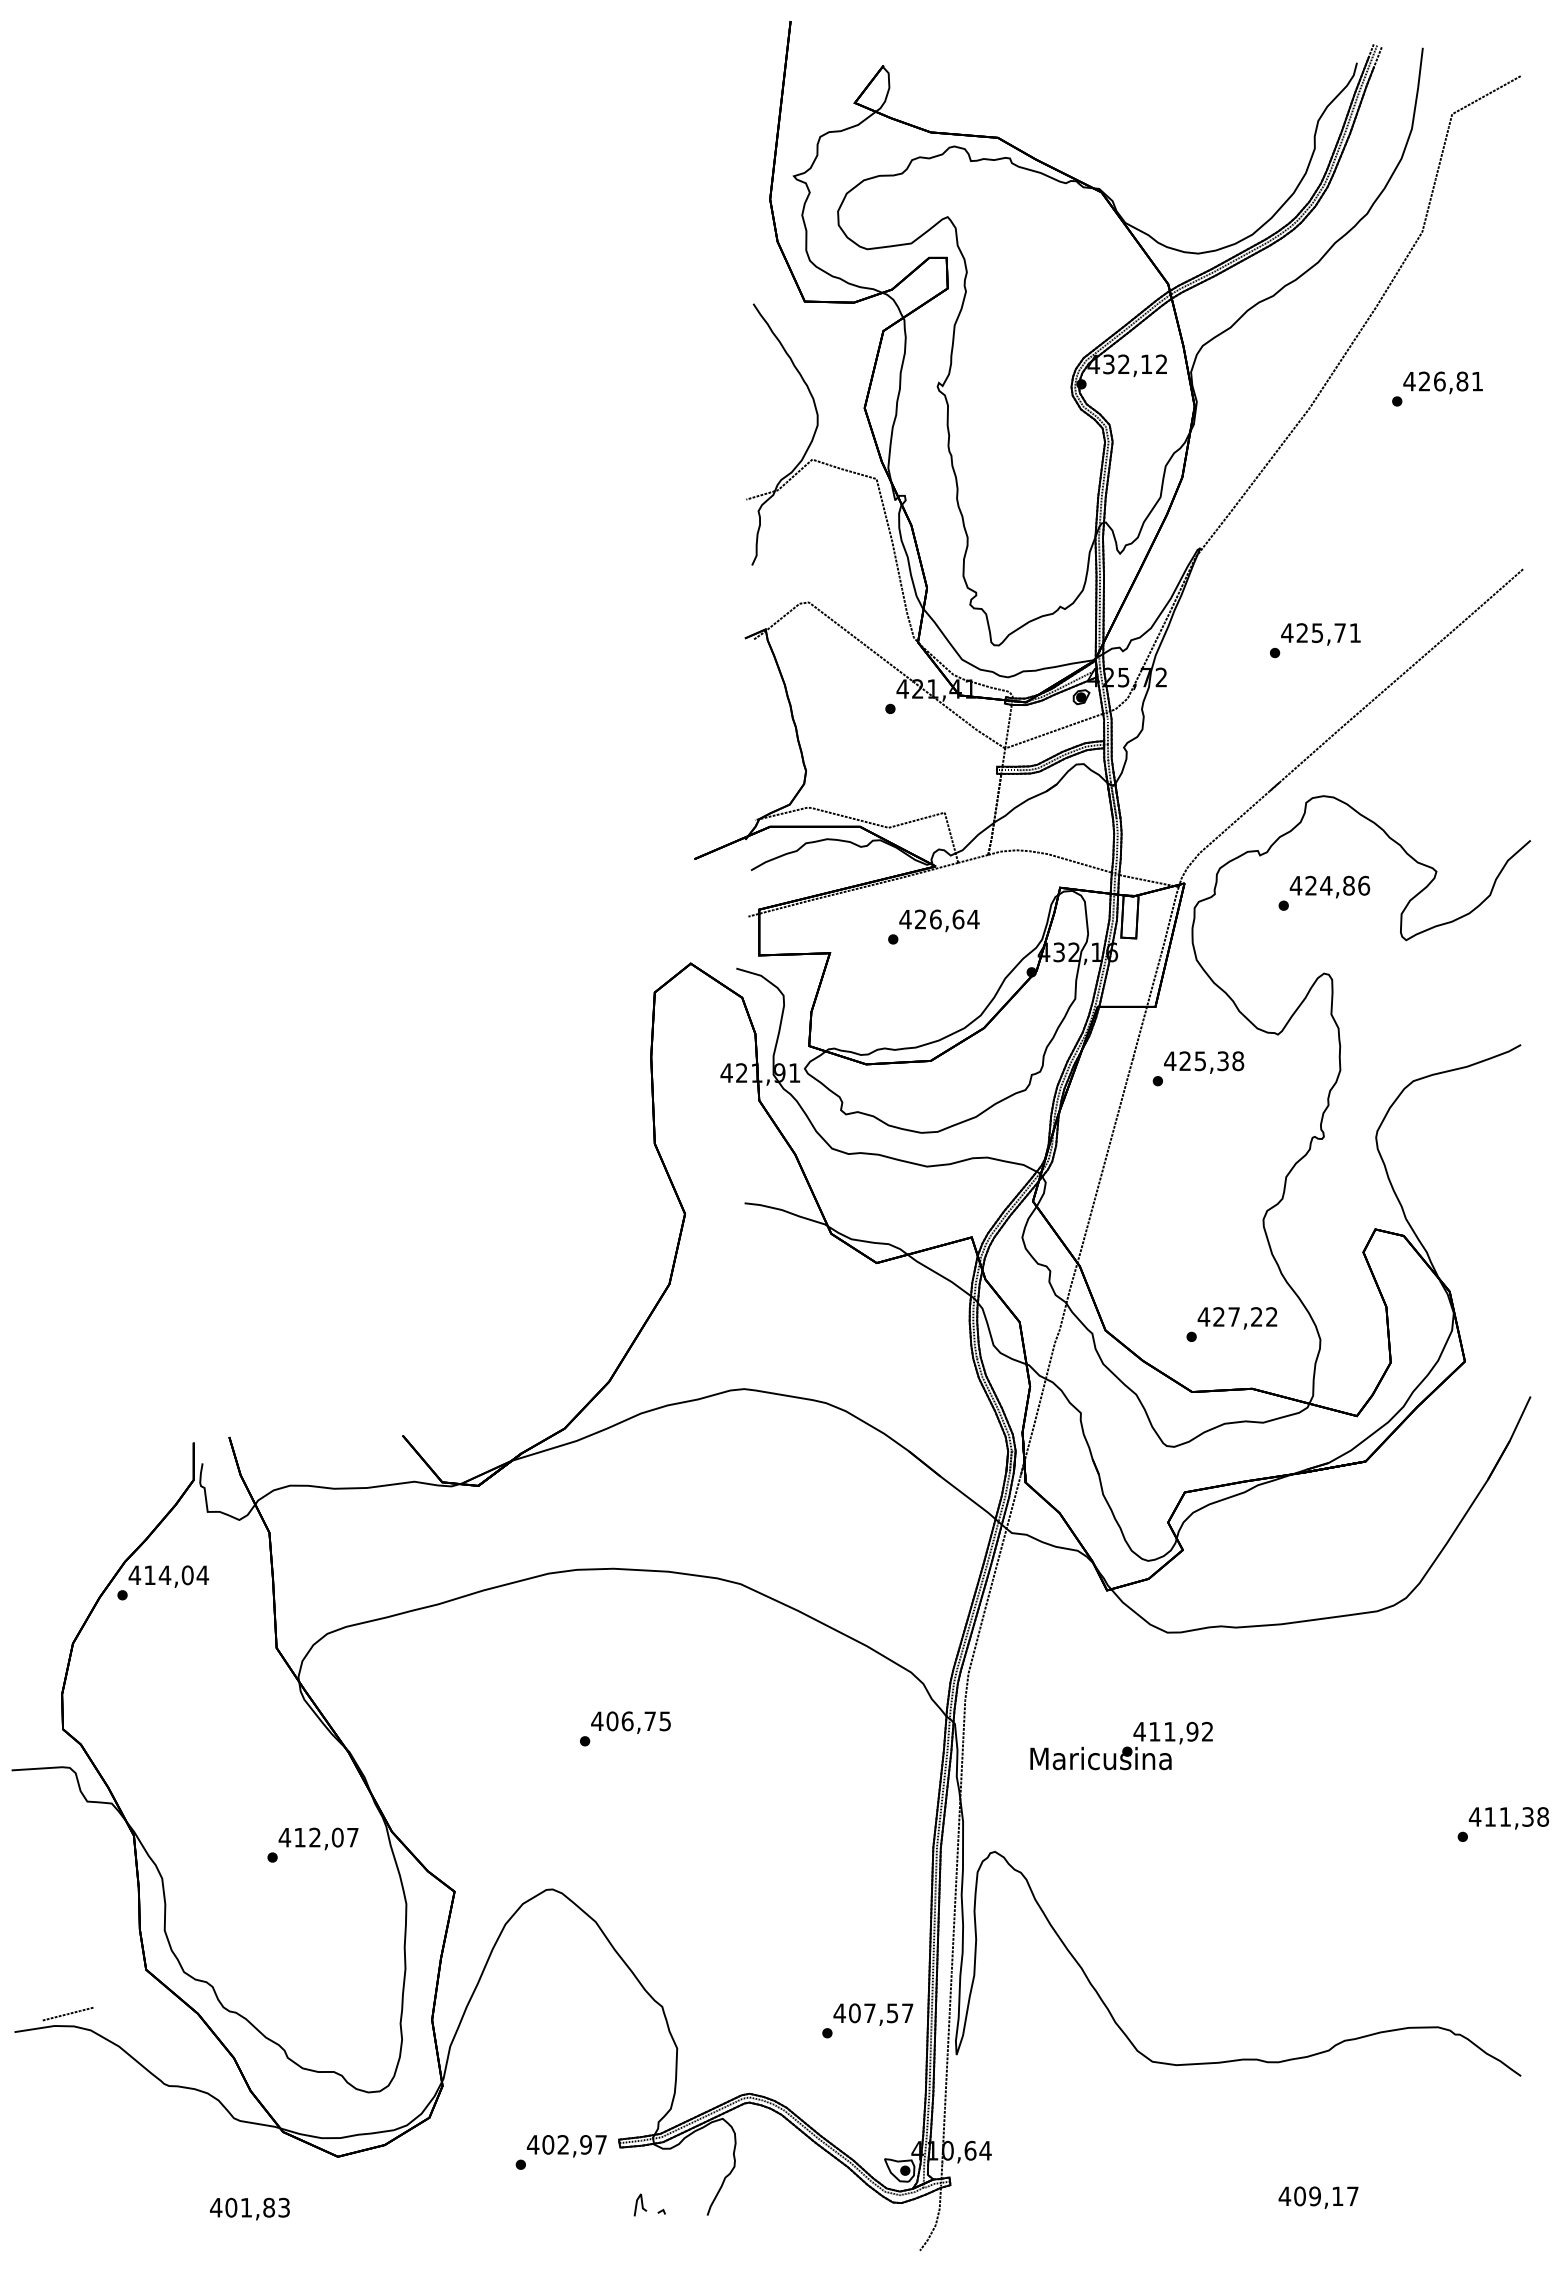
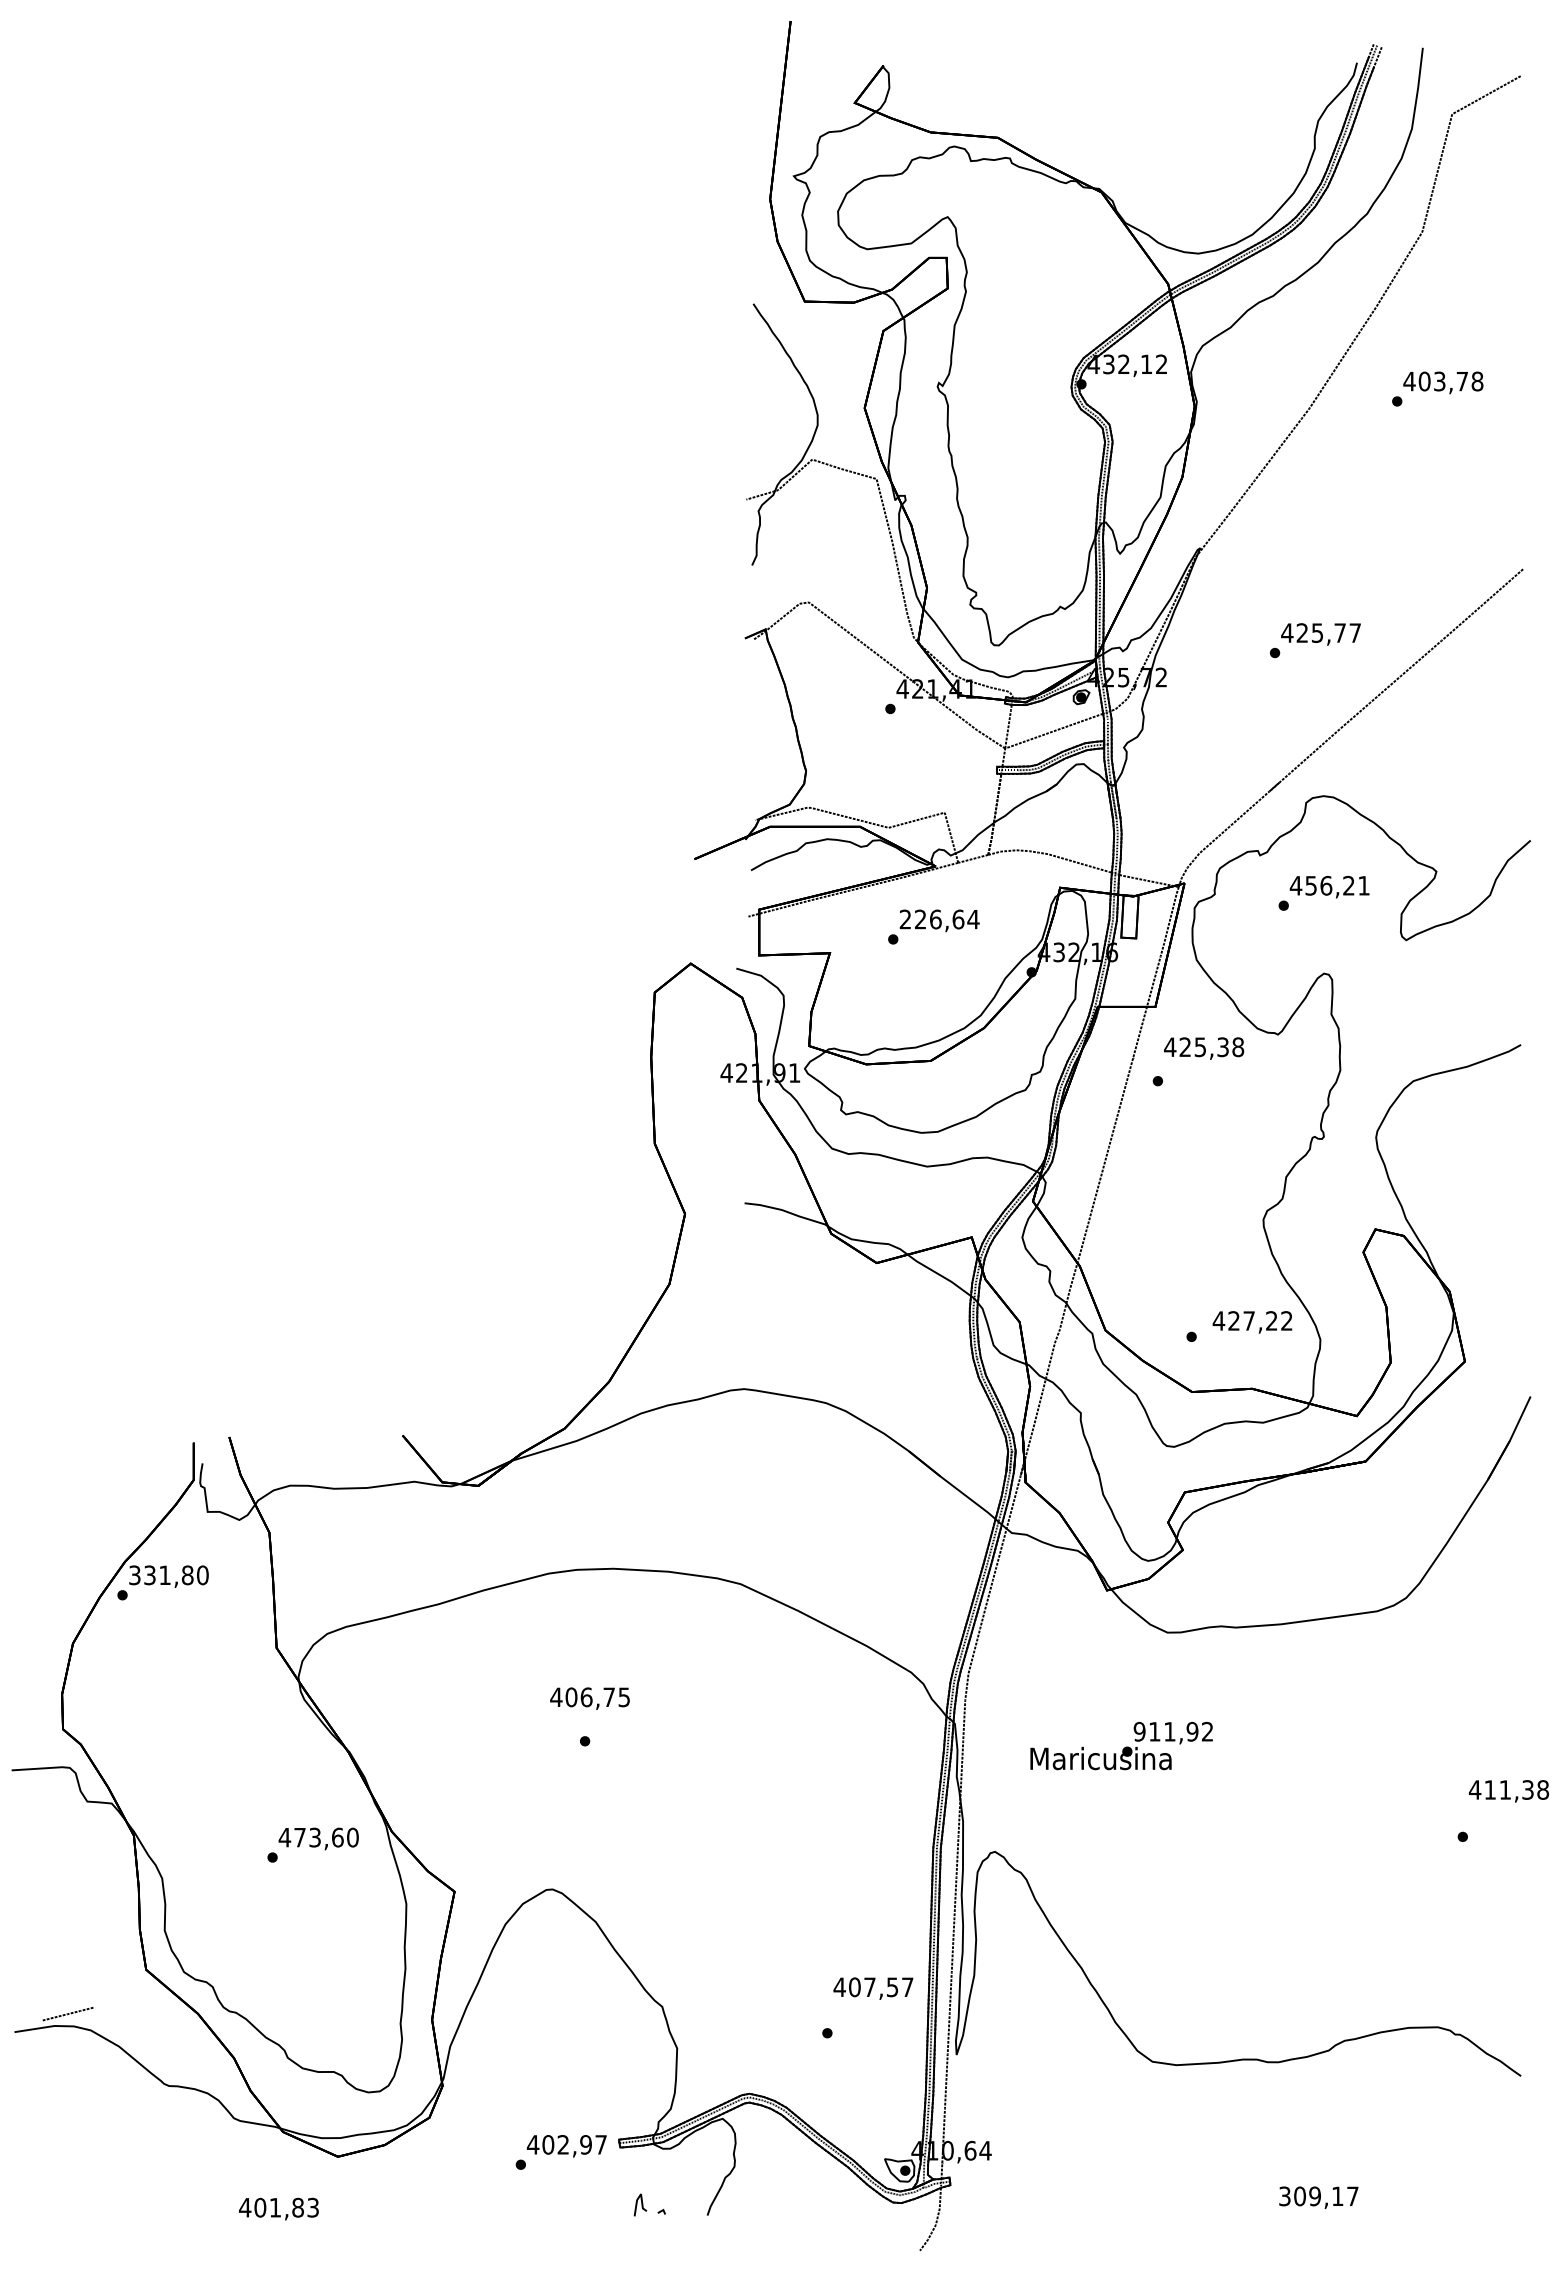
text at (1450, 381): 426,81 -> 403,78
text at (1354, 632): 425,71 -> 425,77
text at (1337, 885): 424,86 -> 456,21
text at (905, 919): 426,64 -> 226,64
text at (1204, 1062) position: (1204, 1062) -> (1204, 1048)
text at (1237, 1318) position: (1237, 1318) -> (1252, 1322)
text at (168, 1575): 414,04 -> 331,80
text at (630, 1722) position: (630, 1722) -> (589, 1698)
text at (1139, 1731): 411,92 -> 911,92
text at (1508, 1818) position: (1508, 1818) -> (1508, 1791)
text at (326, 1837): 412,07 -> 473,60
text at (873, 2014) position: (873, 2014) -> (873, 1988)
text at (1284, 2196): 409,17 -> 309,17
text at (249, 2208) position: (249, 2208) -> (278, 2208)
